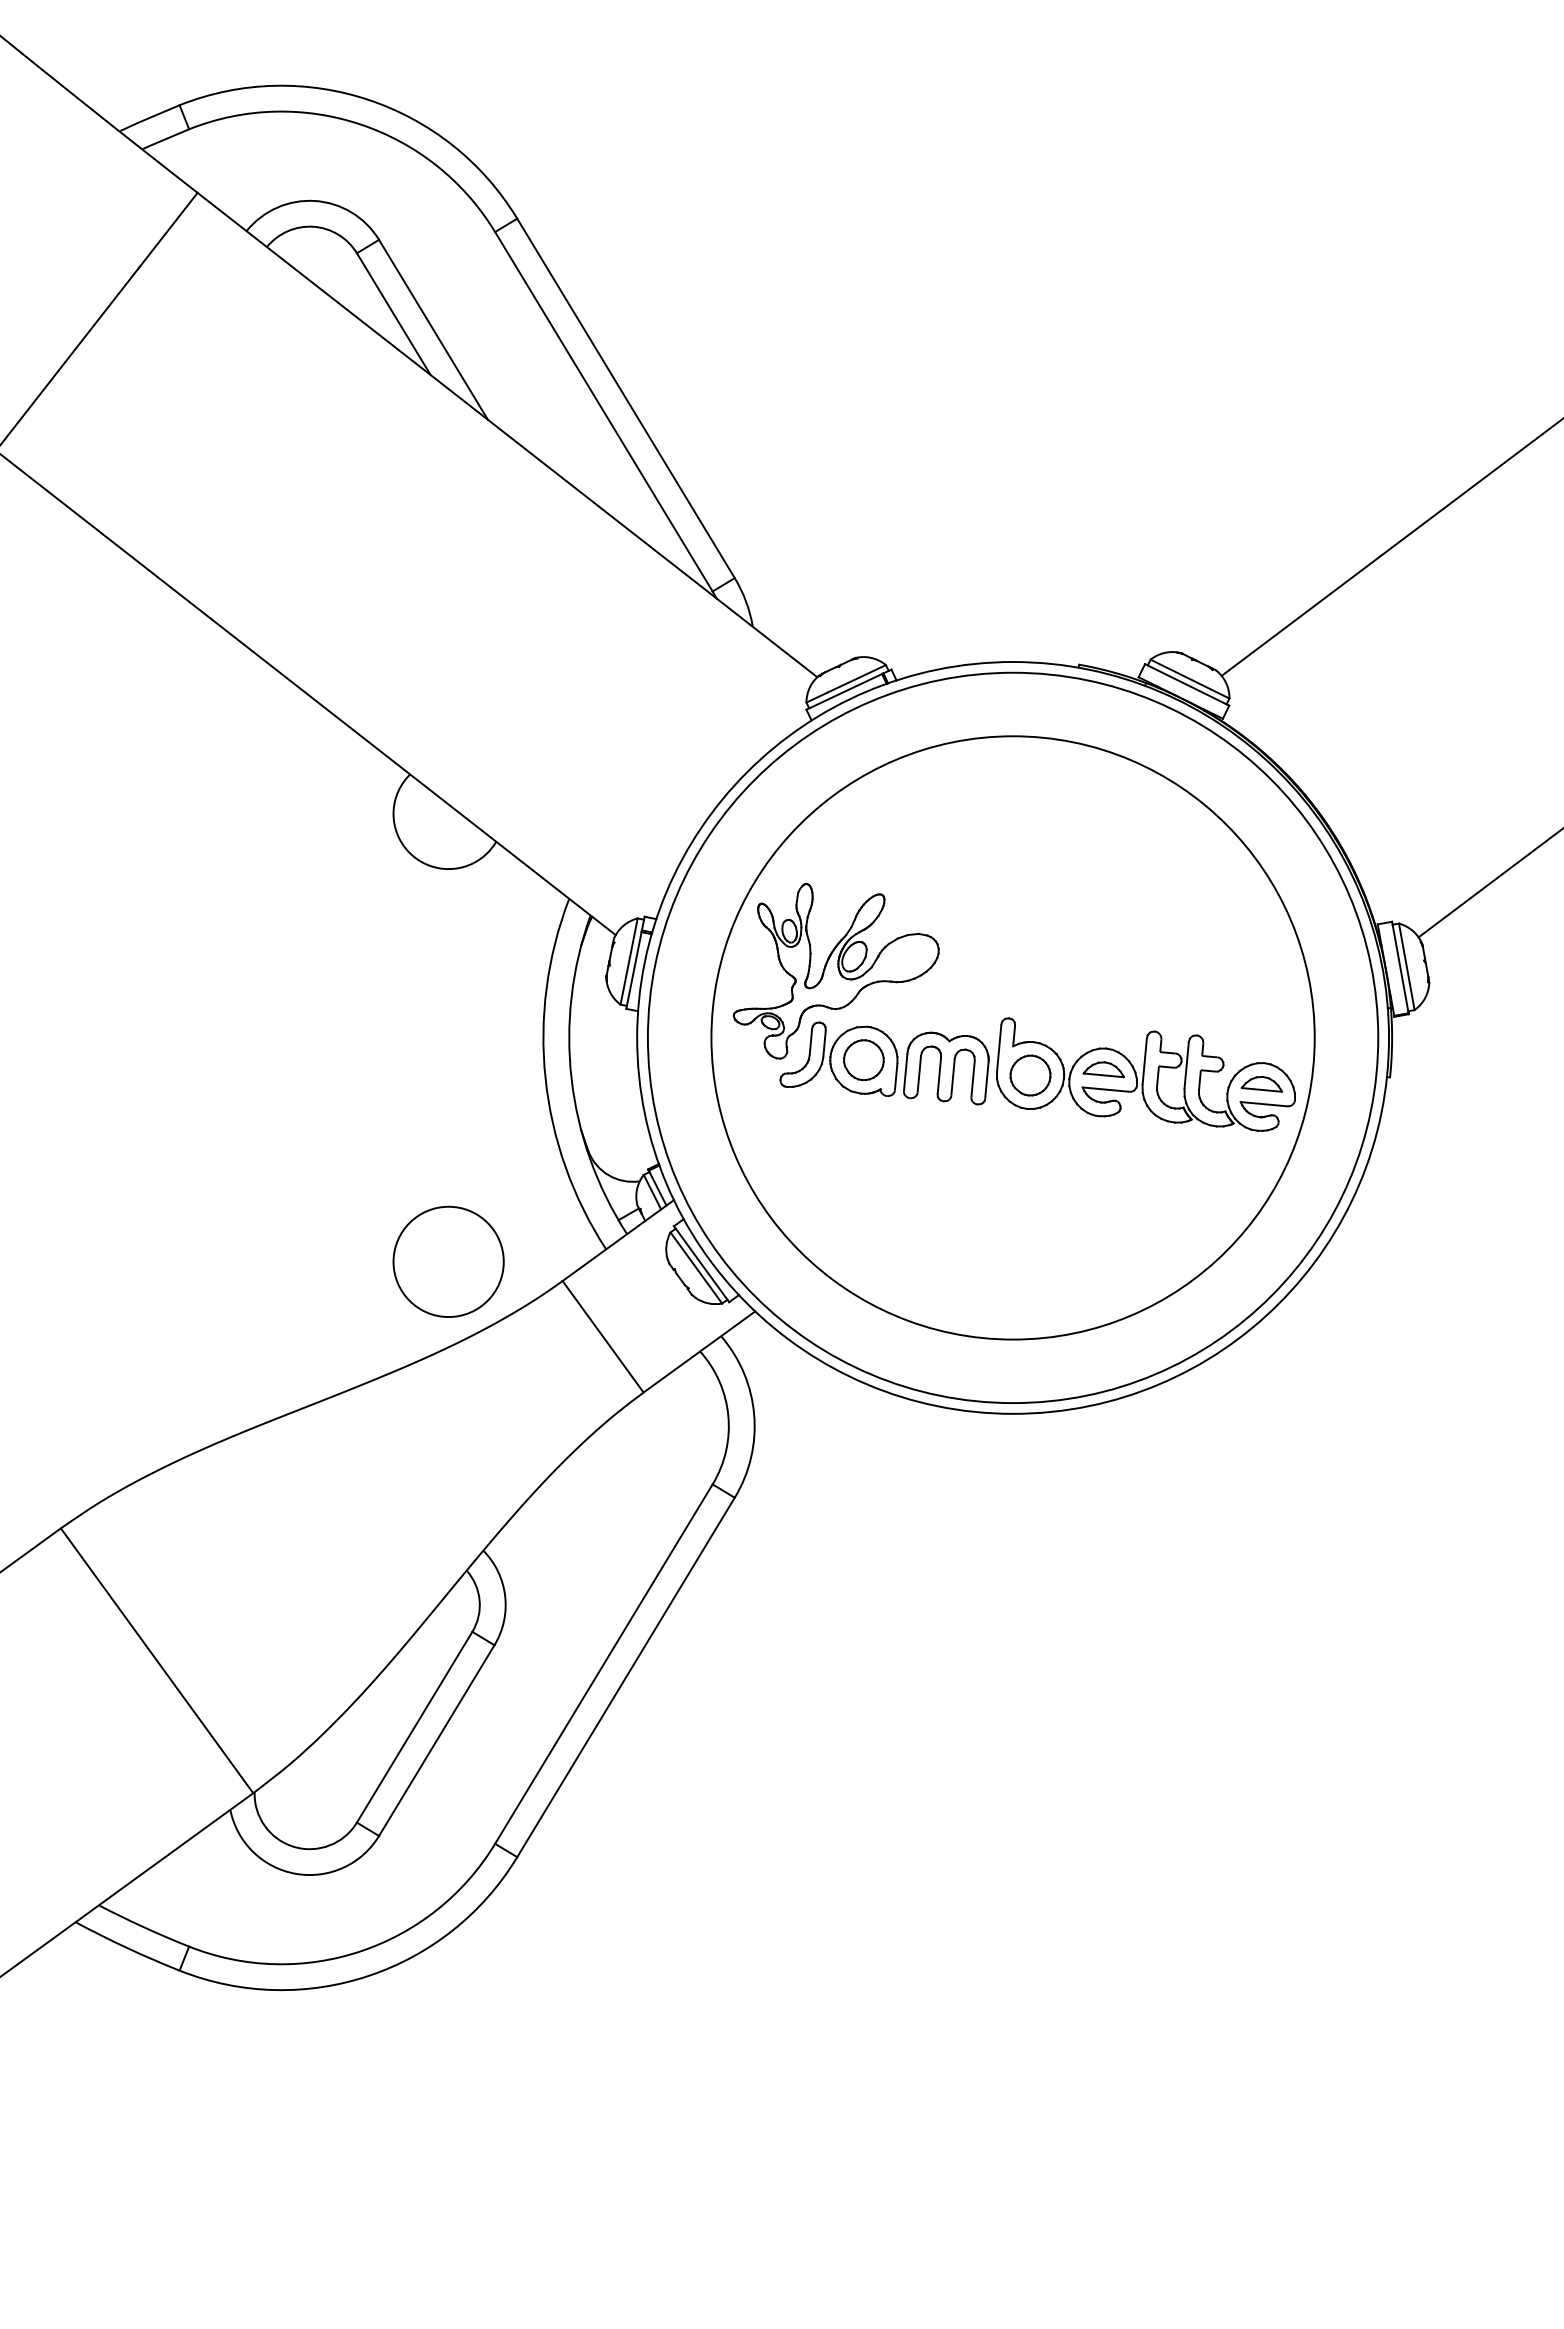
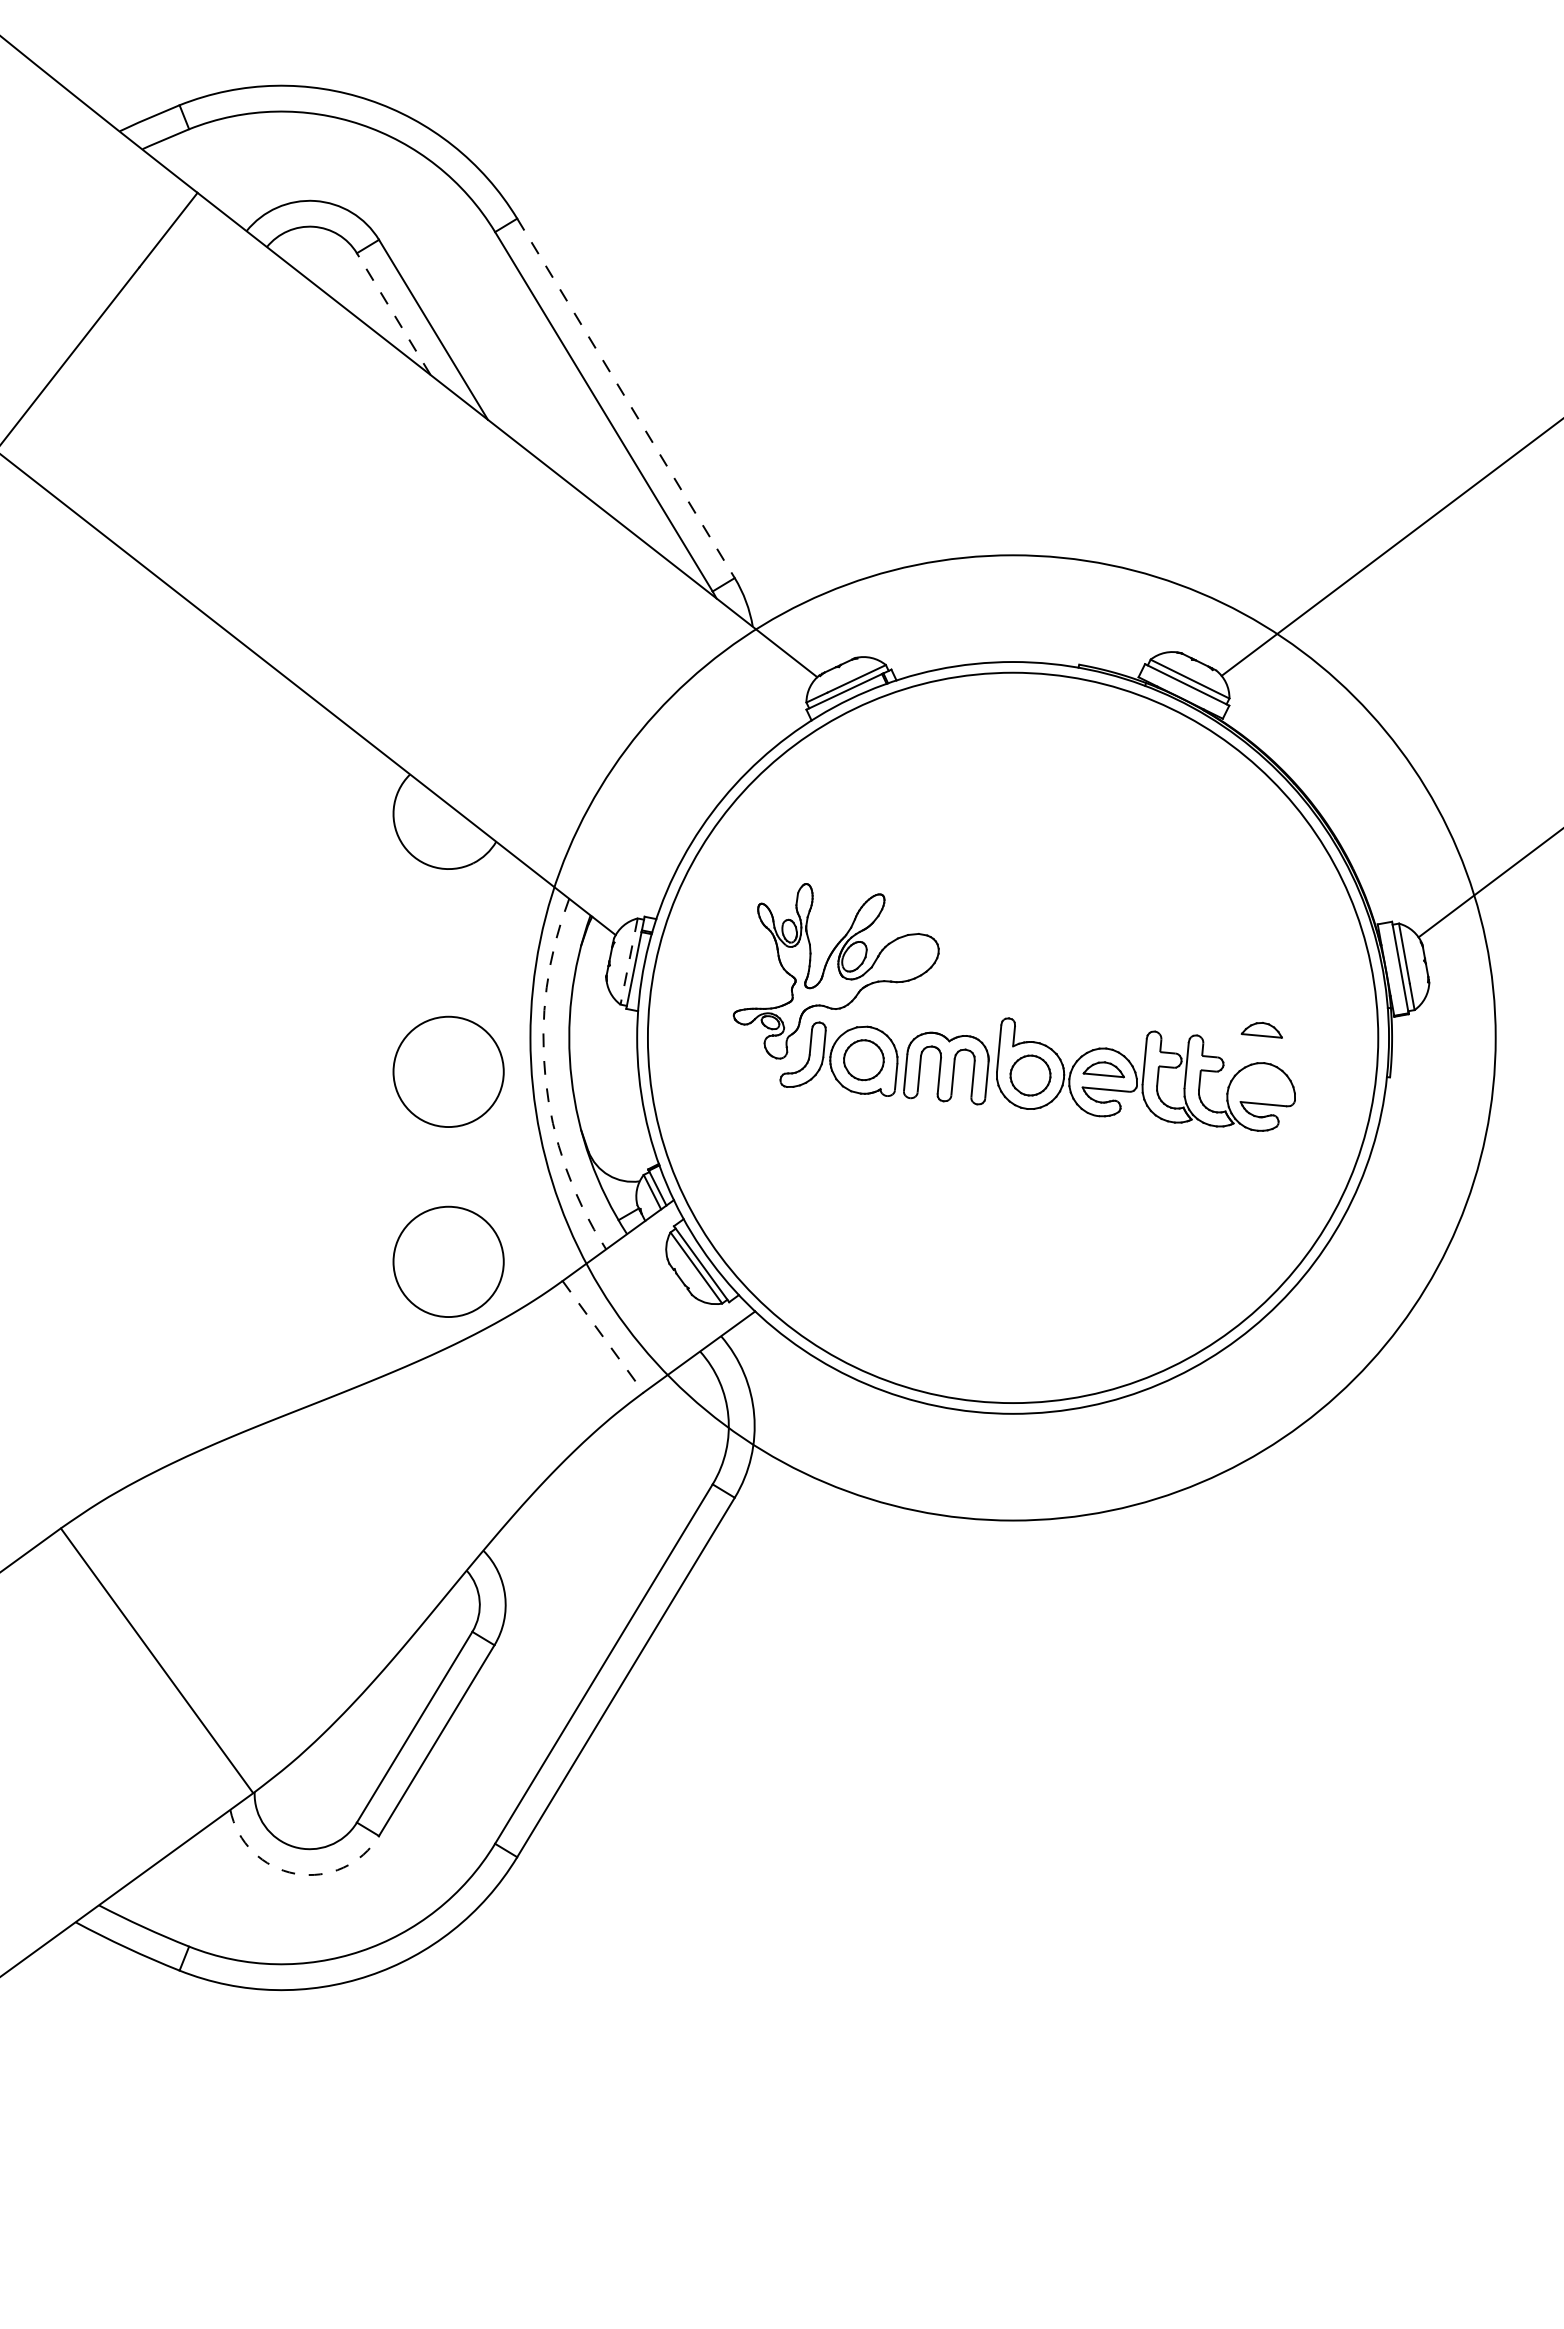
line at (393, 313): solid -> dashed
line at (626, 398): solid -> dashed
line at (629, 961): solid -> dashed
circle at (1012, 1037) diameter: 603 px -> 965 px
circle at (448, 1071): none -> present
arc at (545, 1078): solid -> dashed
part at (1261, 1084) position: (1261, 1084) -> (1261, 1030)
line at (603, 1336): solid -> dashed
arc at (295, 1873): solid -> dashed
